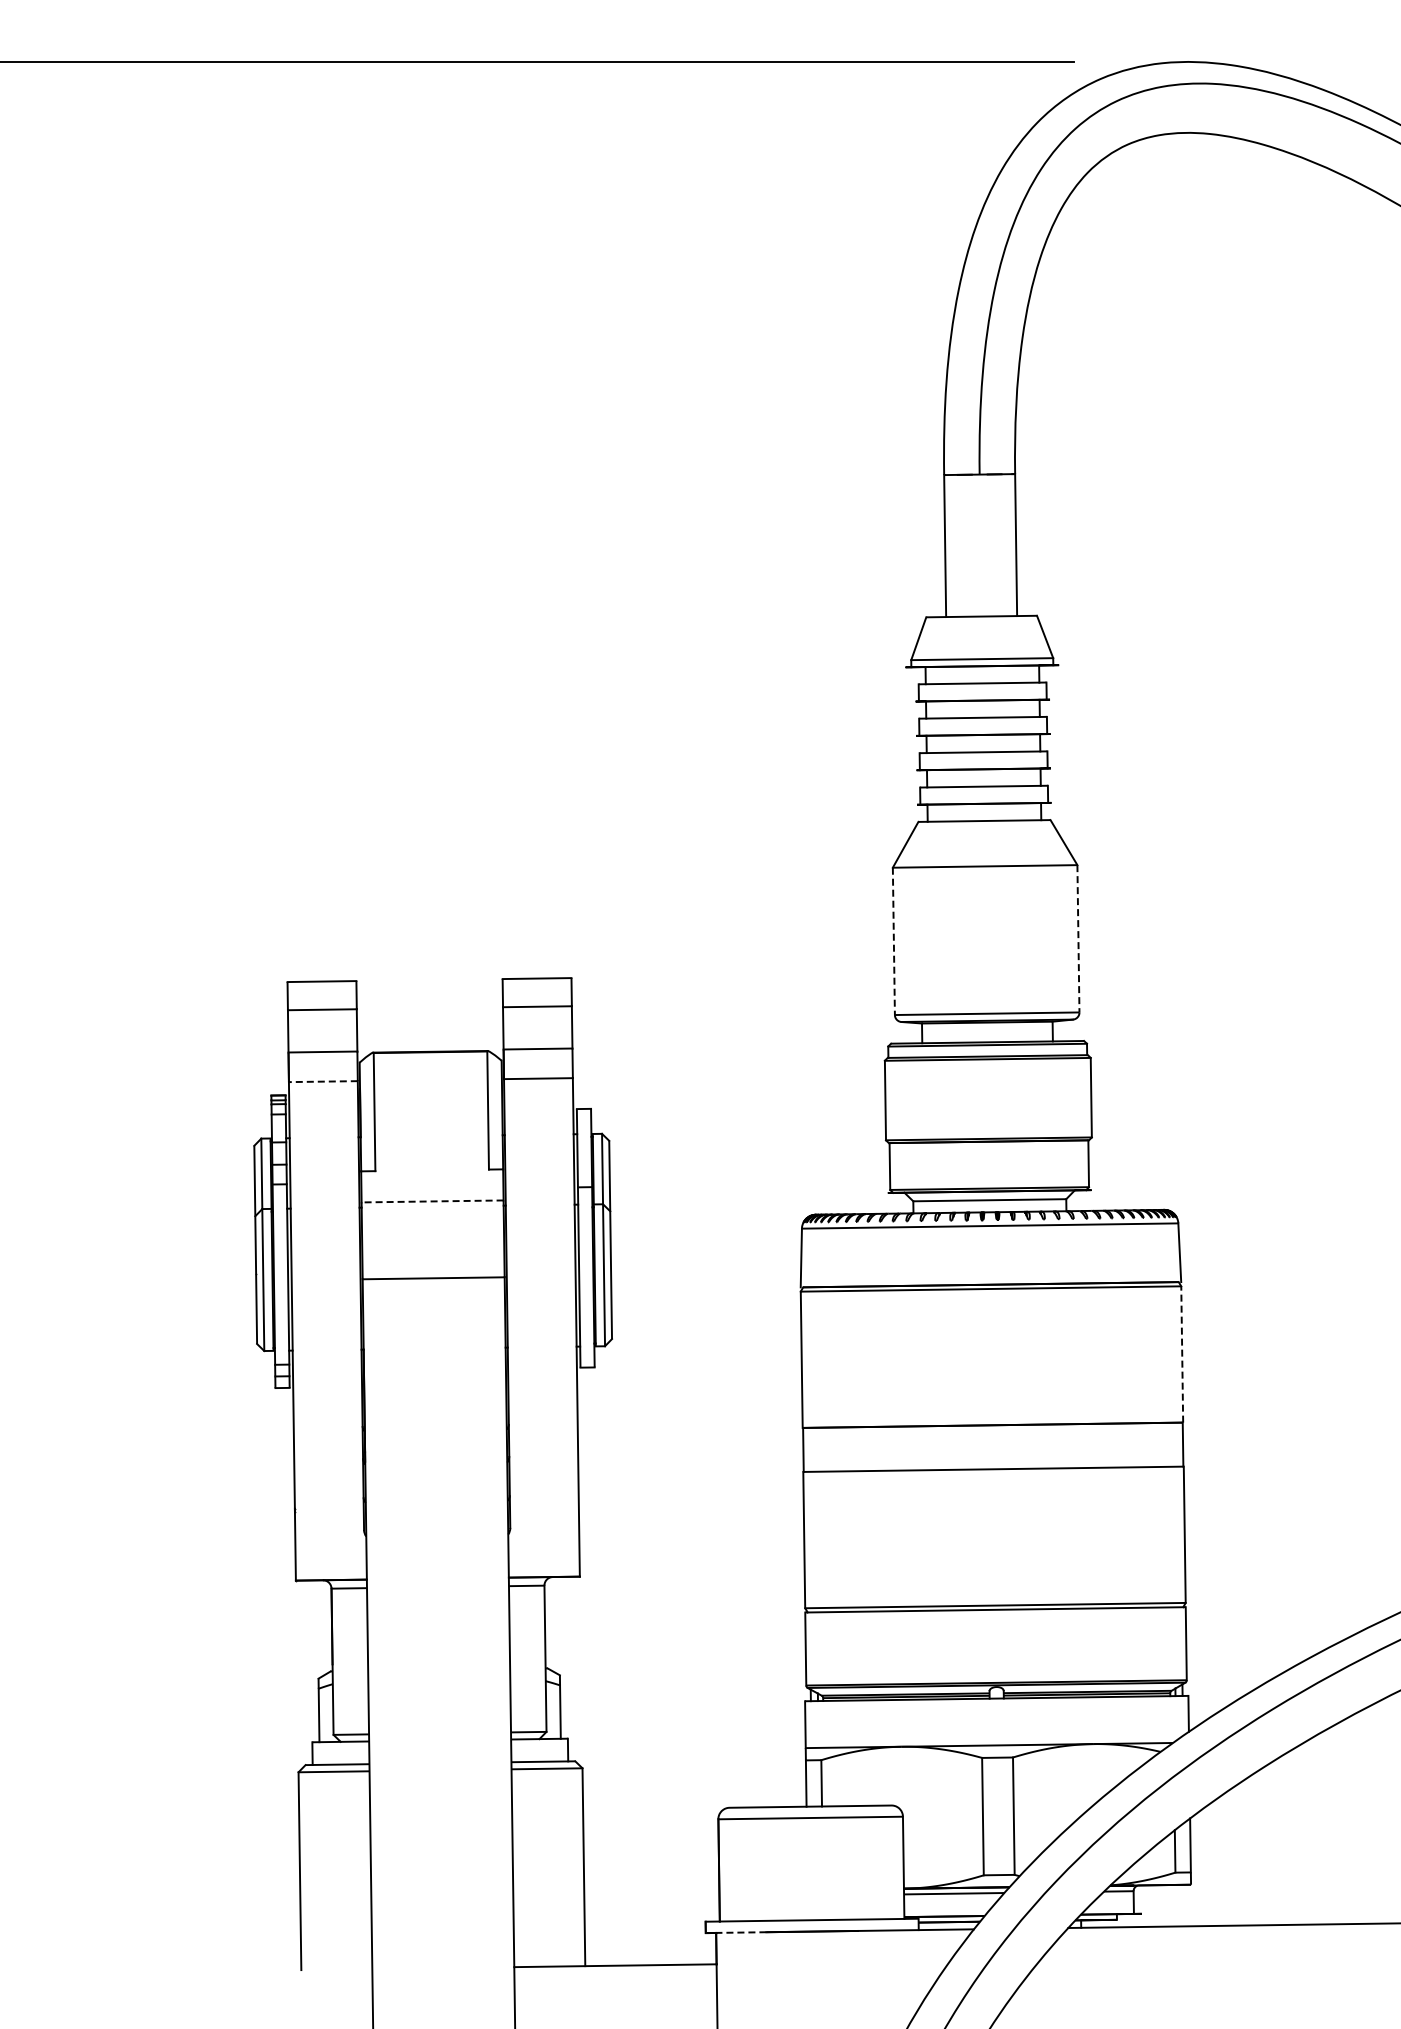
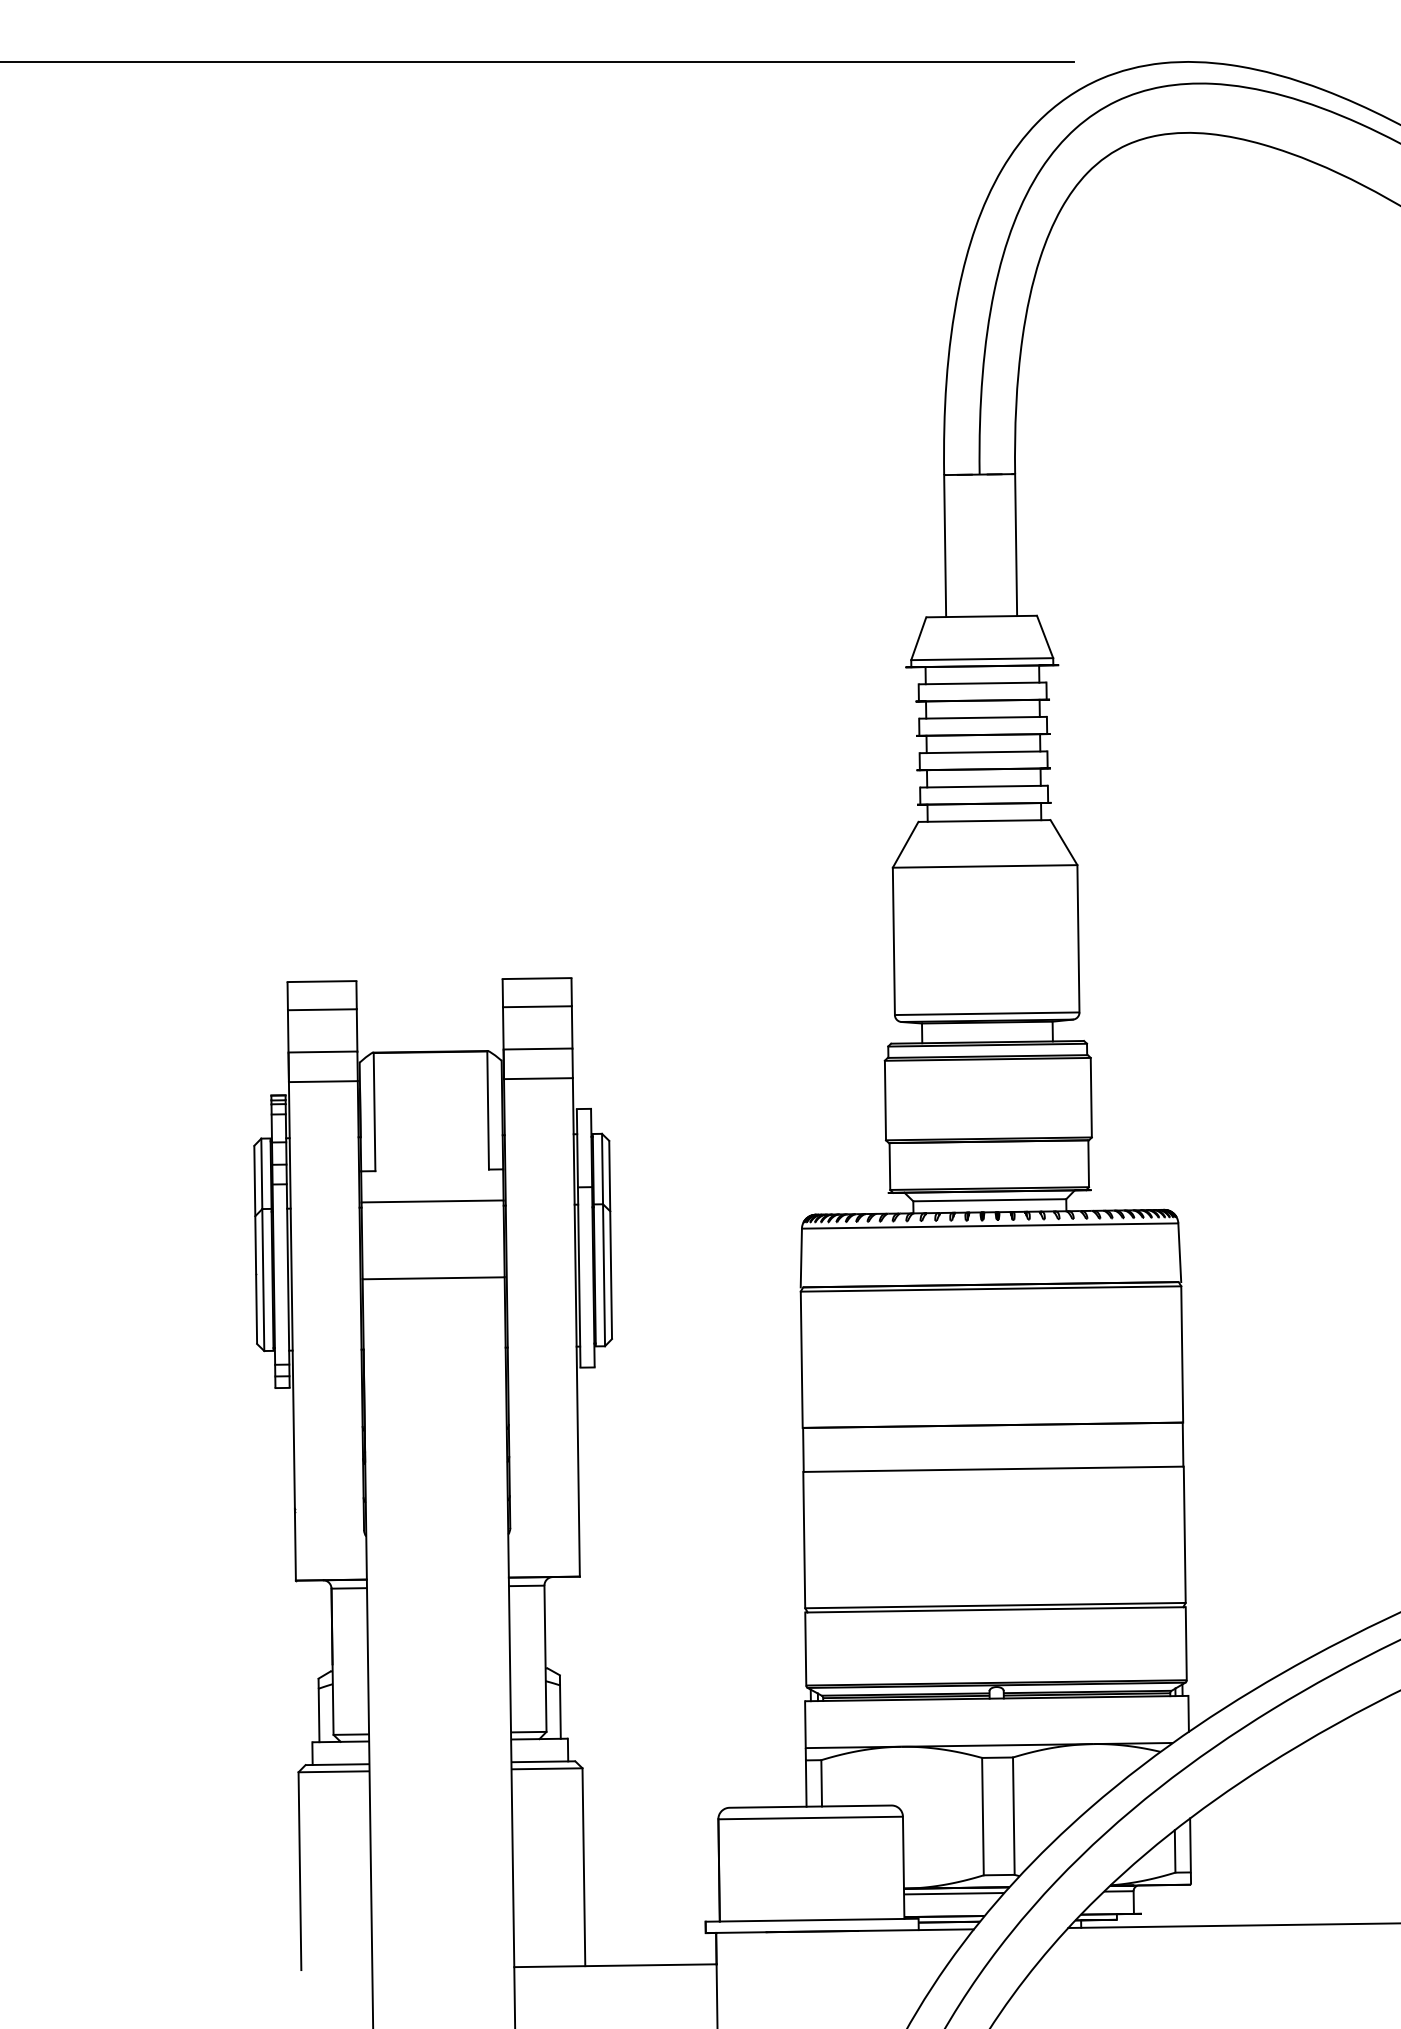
line at (1078, 938): dashed -> solid
line at (893, 941): dashed -> solid
line at (322, 1081): dashed -> solid
line at (432, 1201): dashed -> solid
line at (1182, 1353): dashed -> solid
line at (740, 1932): dashed -> solid
